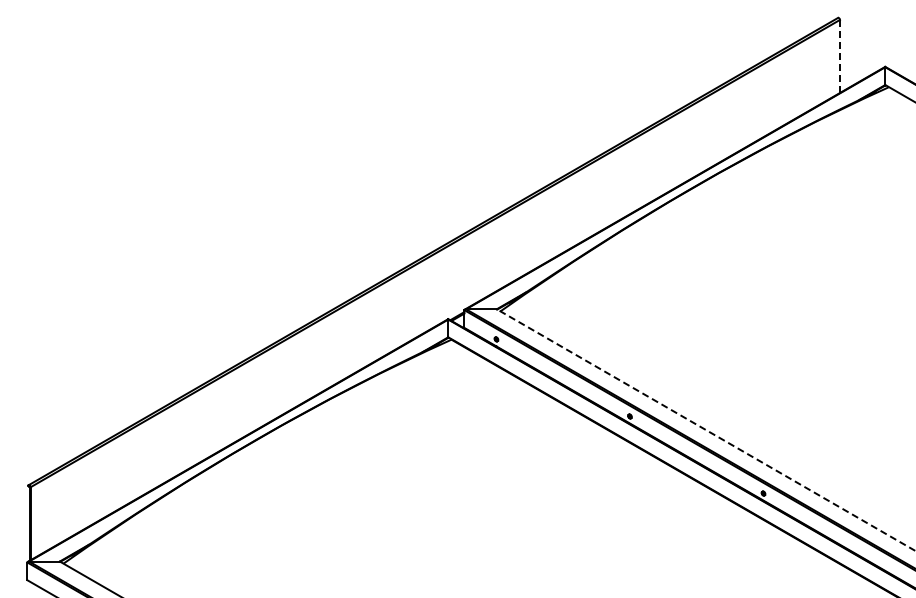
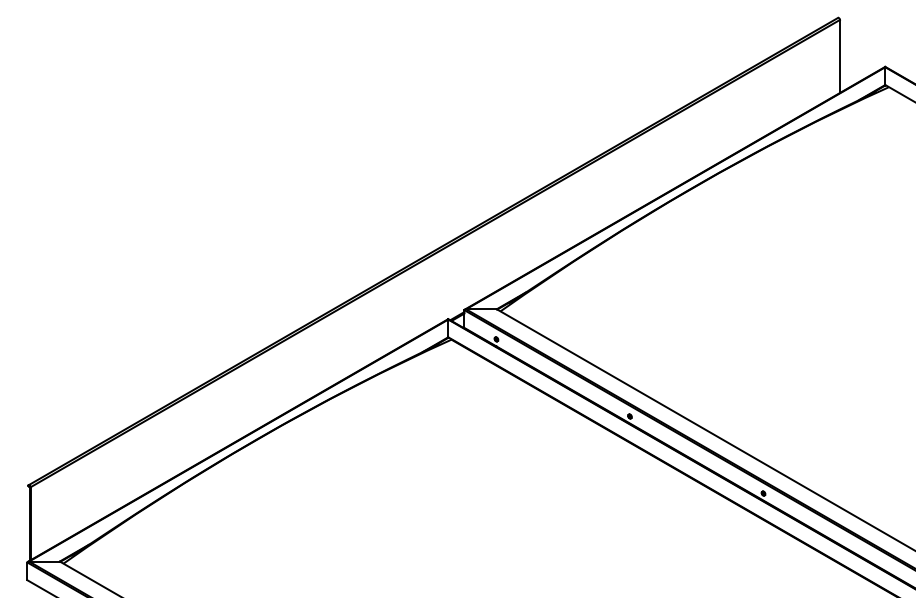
line at (839, 56): dashed -> solid
line at (706, 430): dashed -> solid
